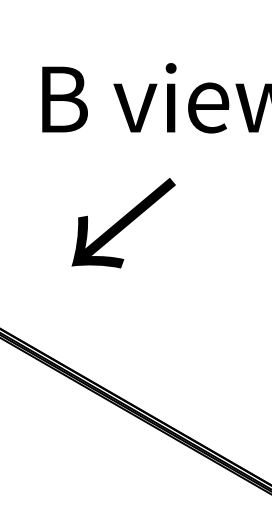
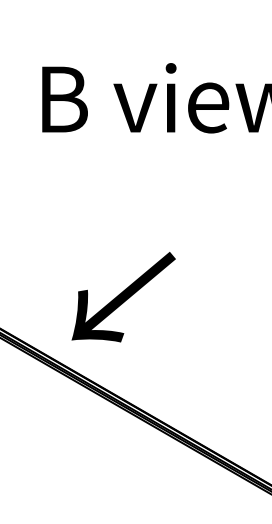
text at (123, 223) position: (123, 223) -> (123, 297)
